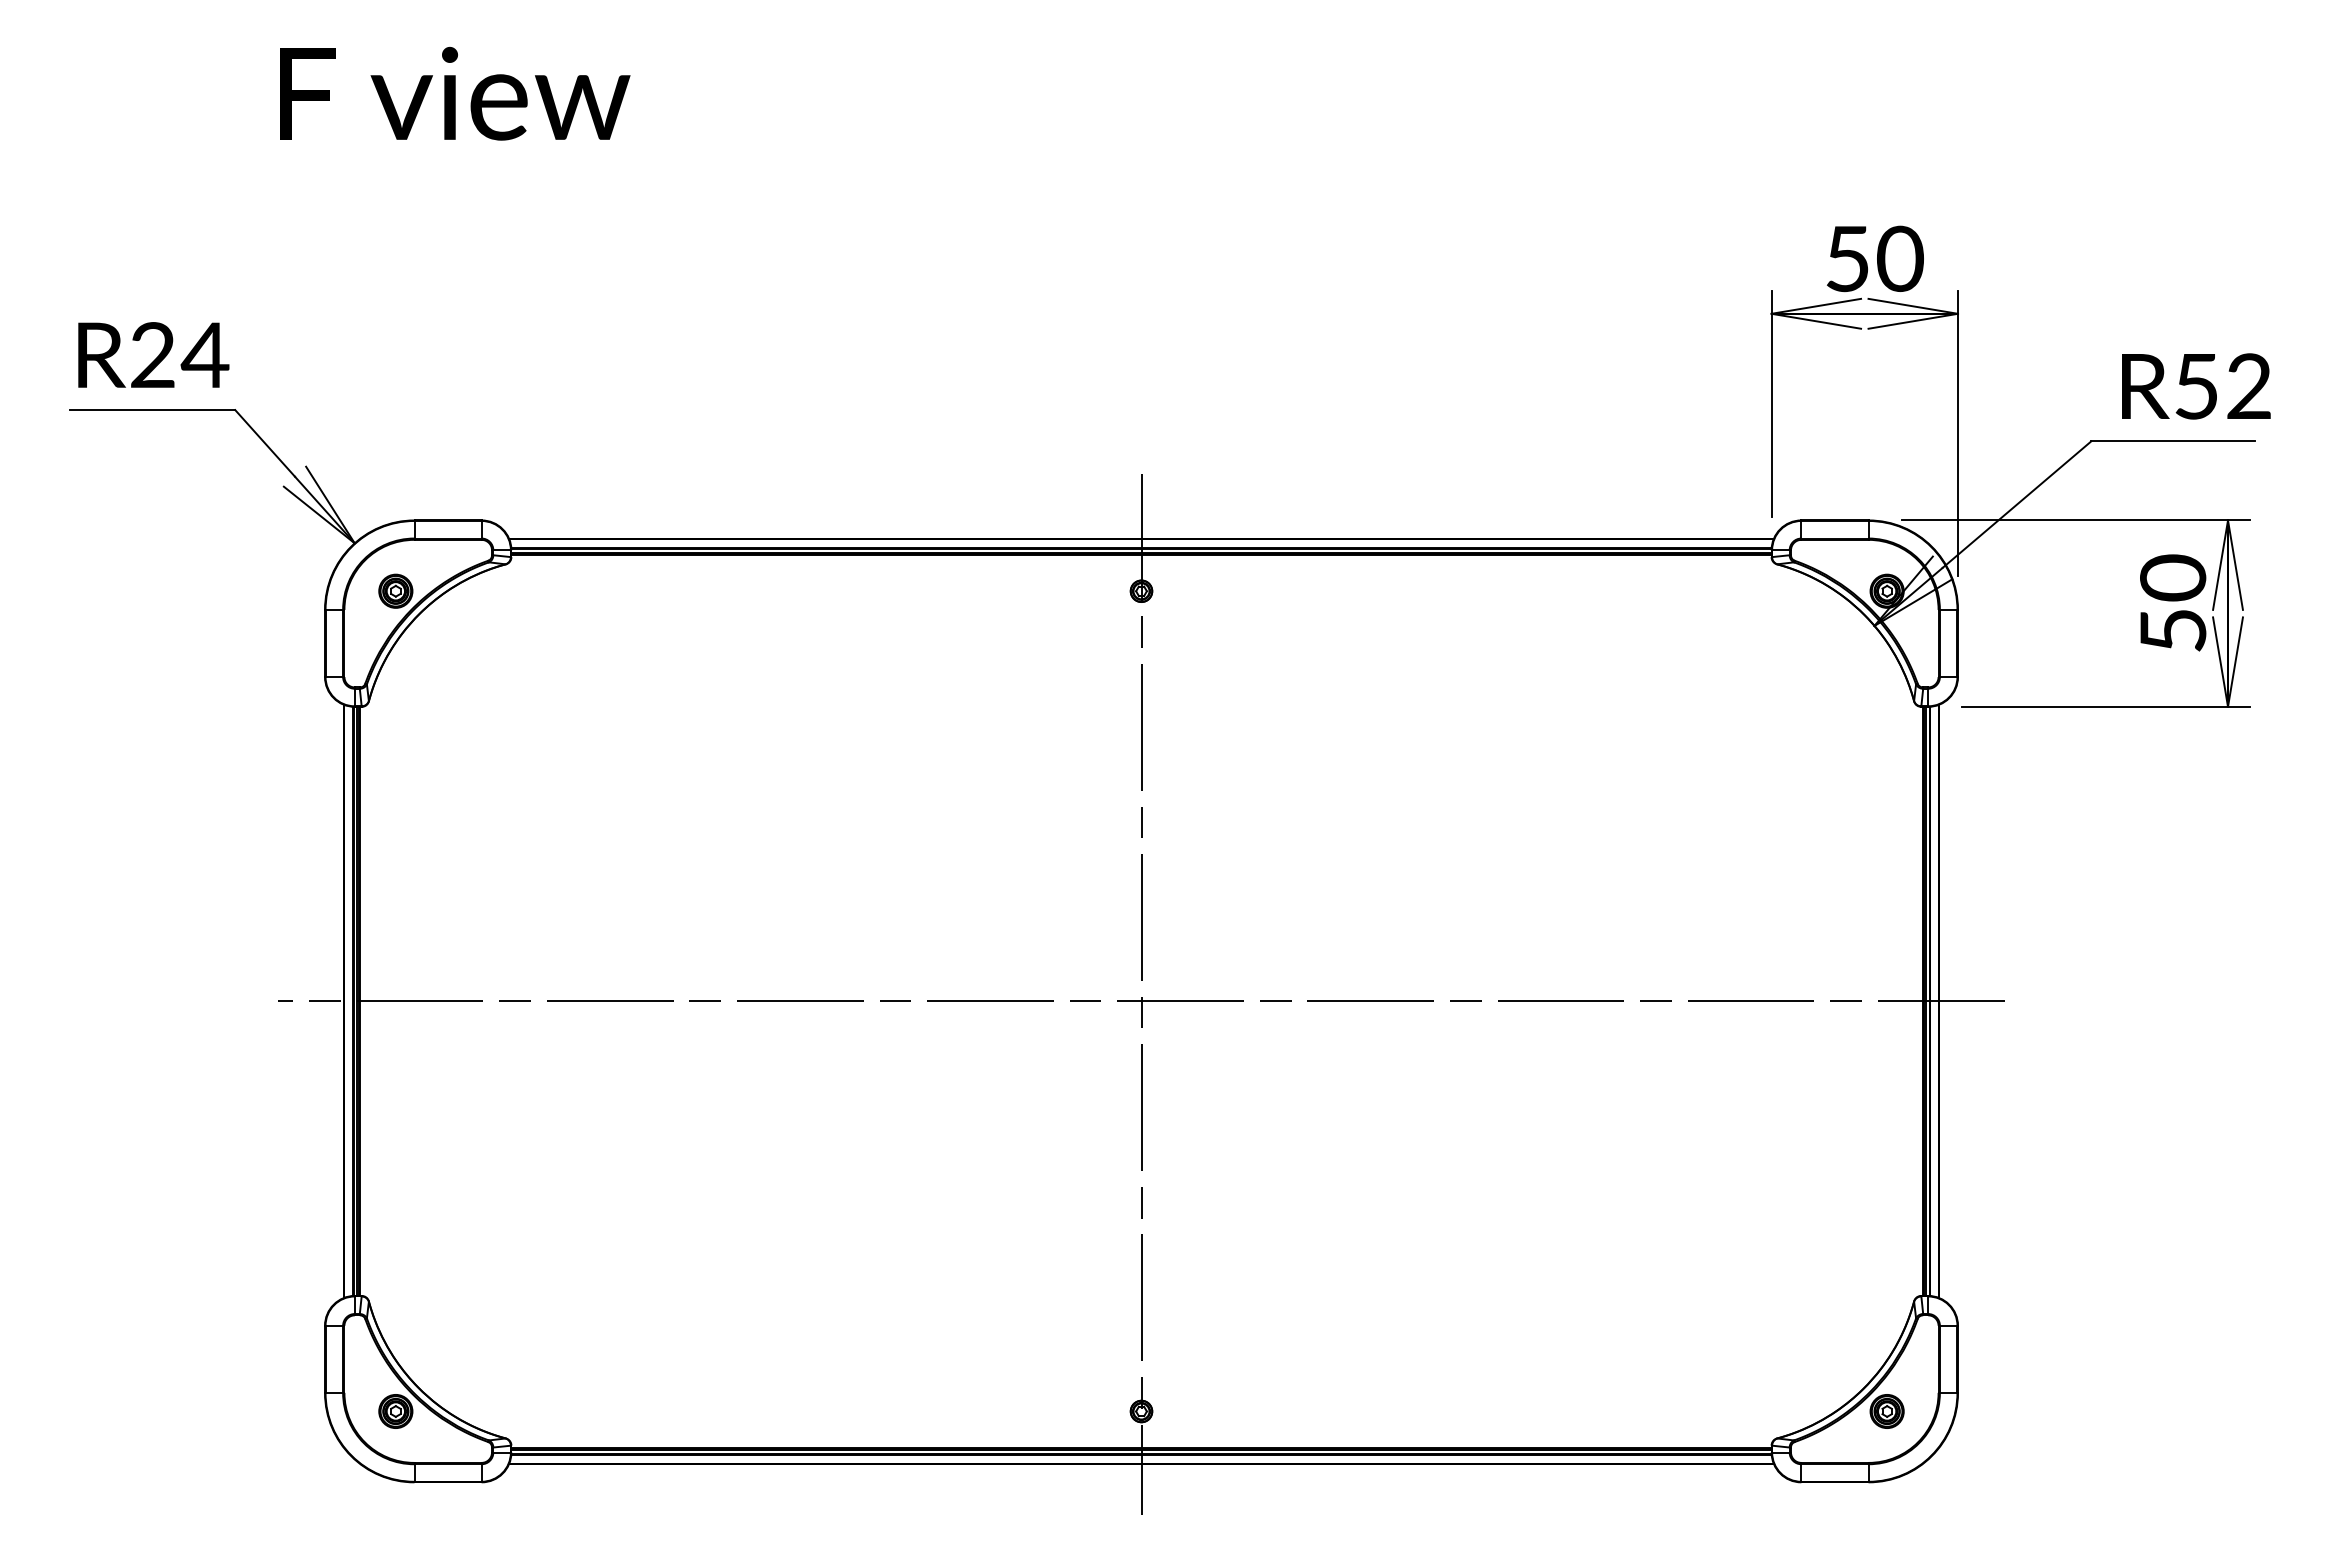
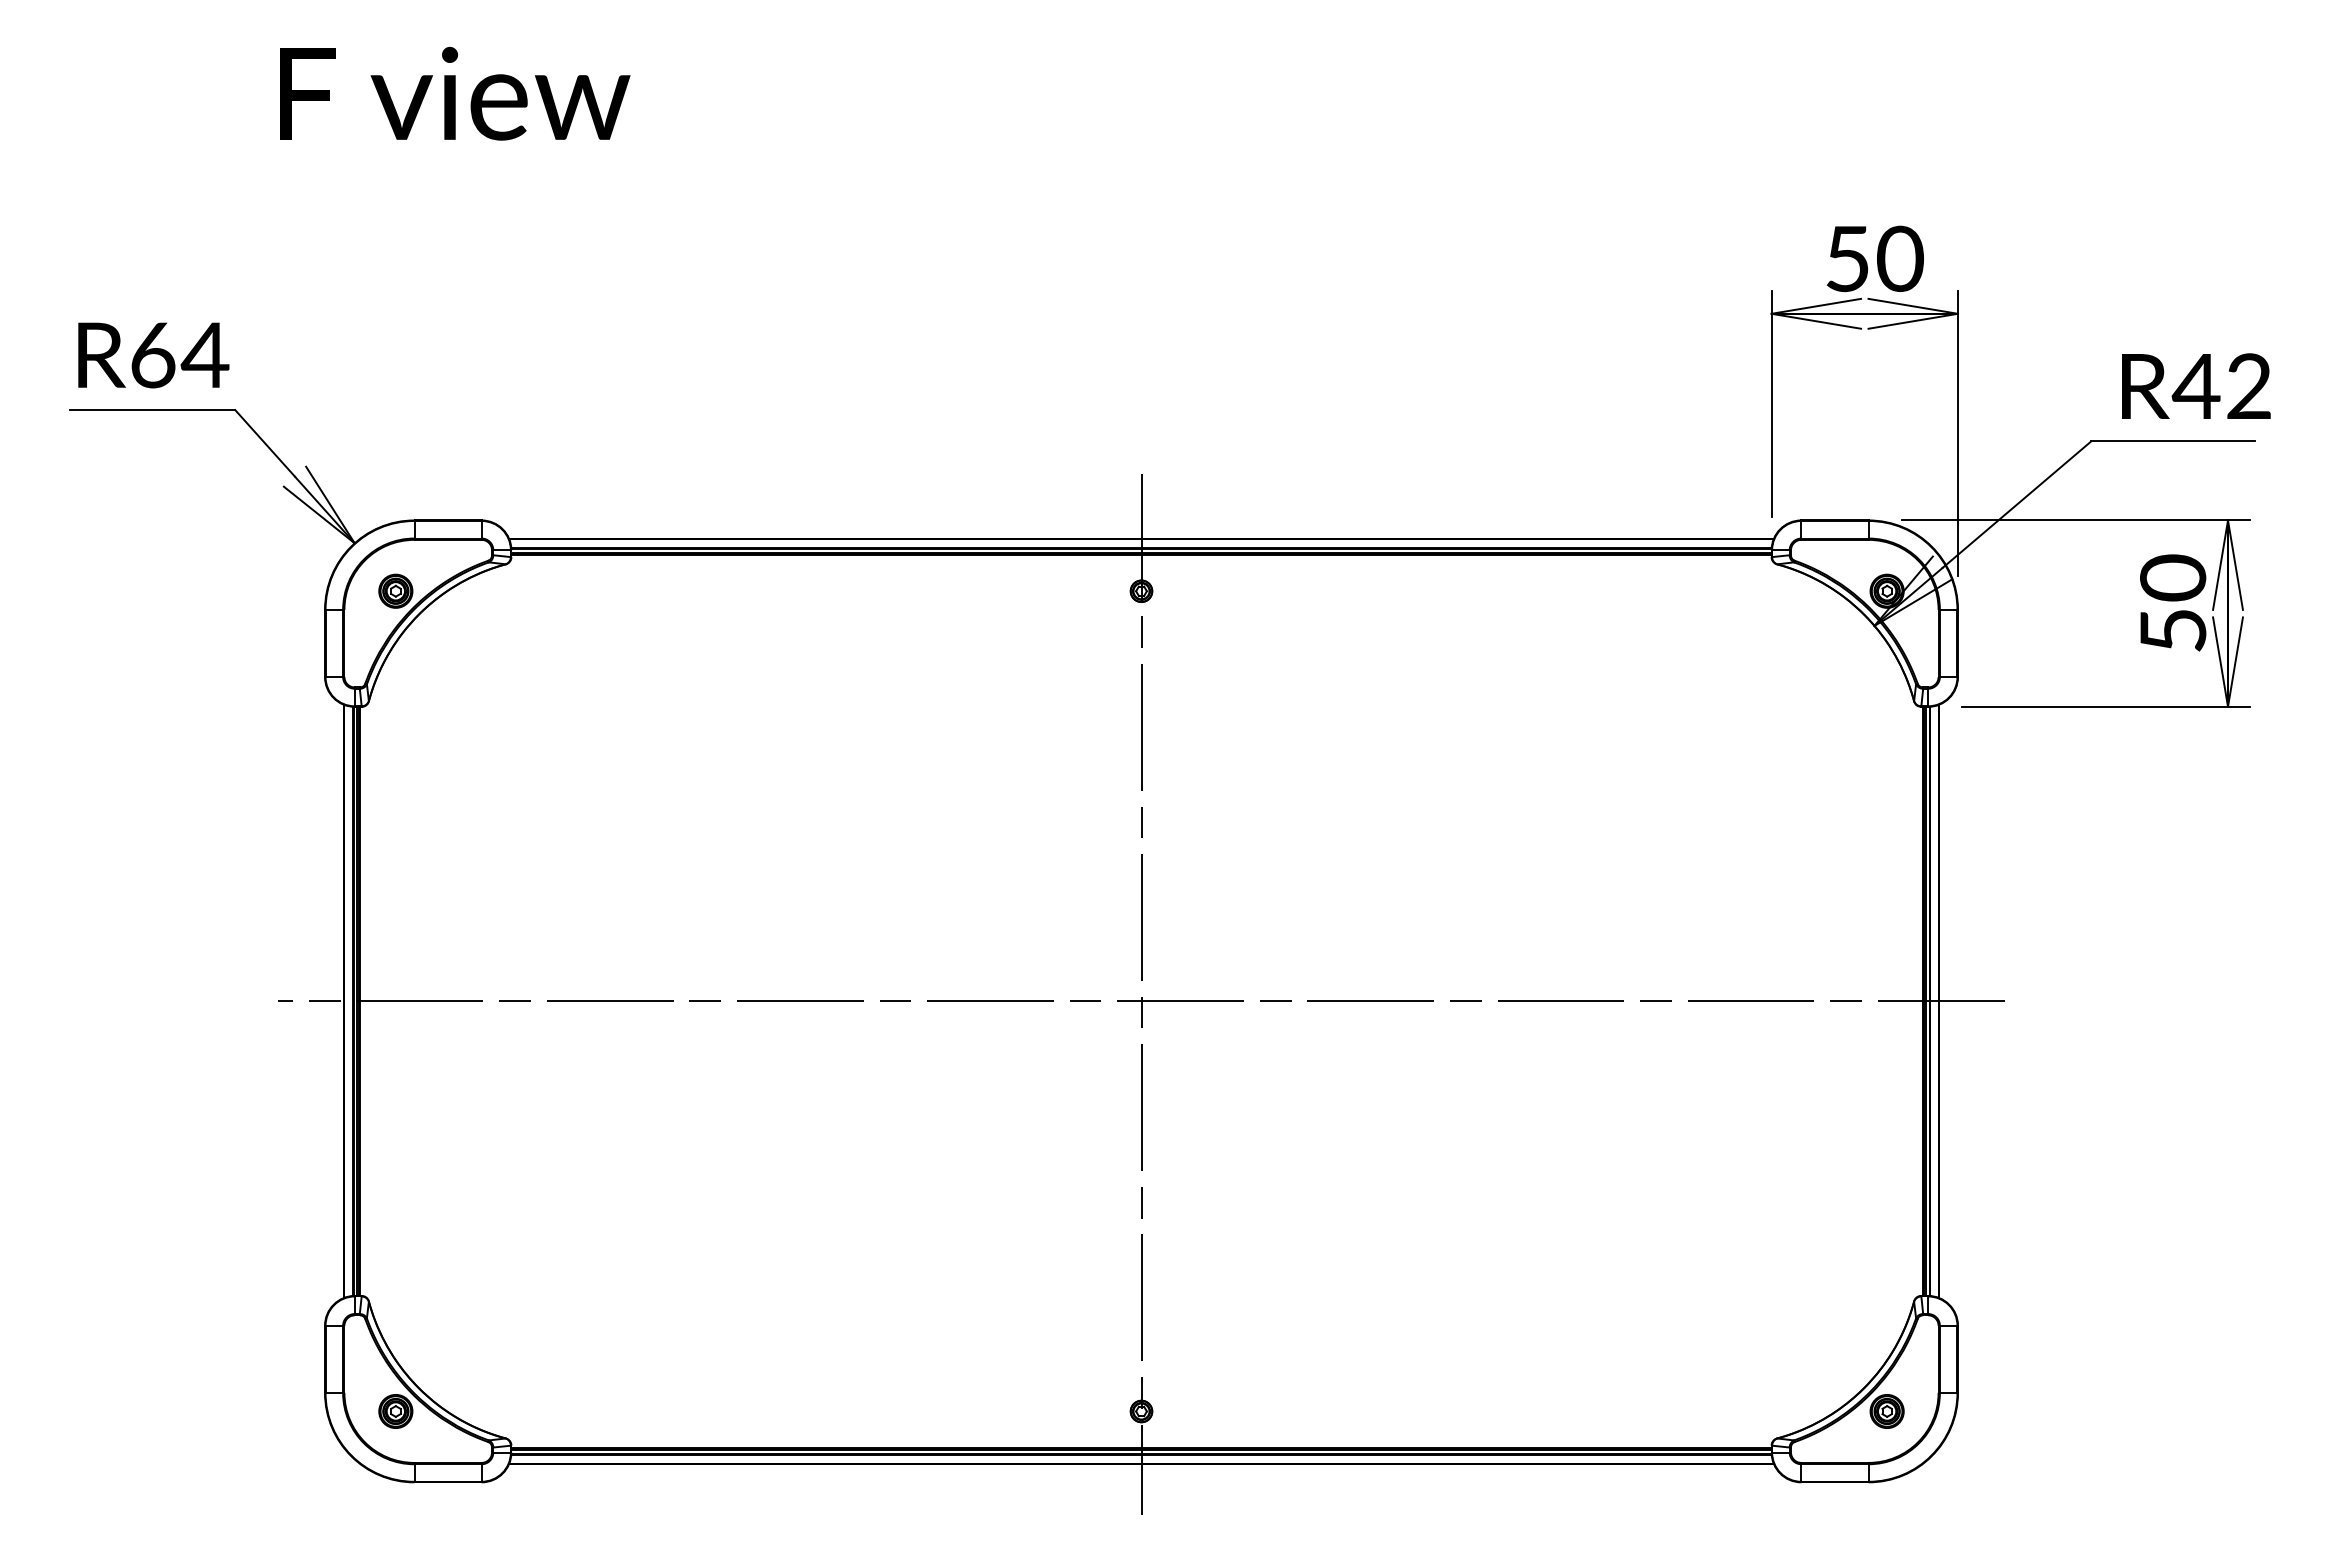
text at (153, 355): R24 -> R64
text at (2195, 386): R52 -> R42
